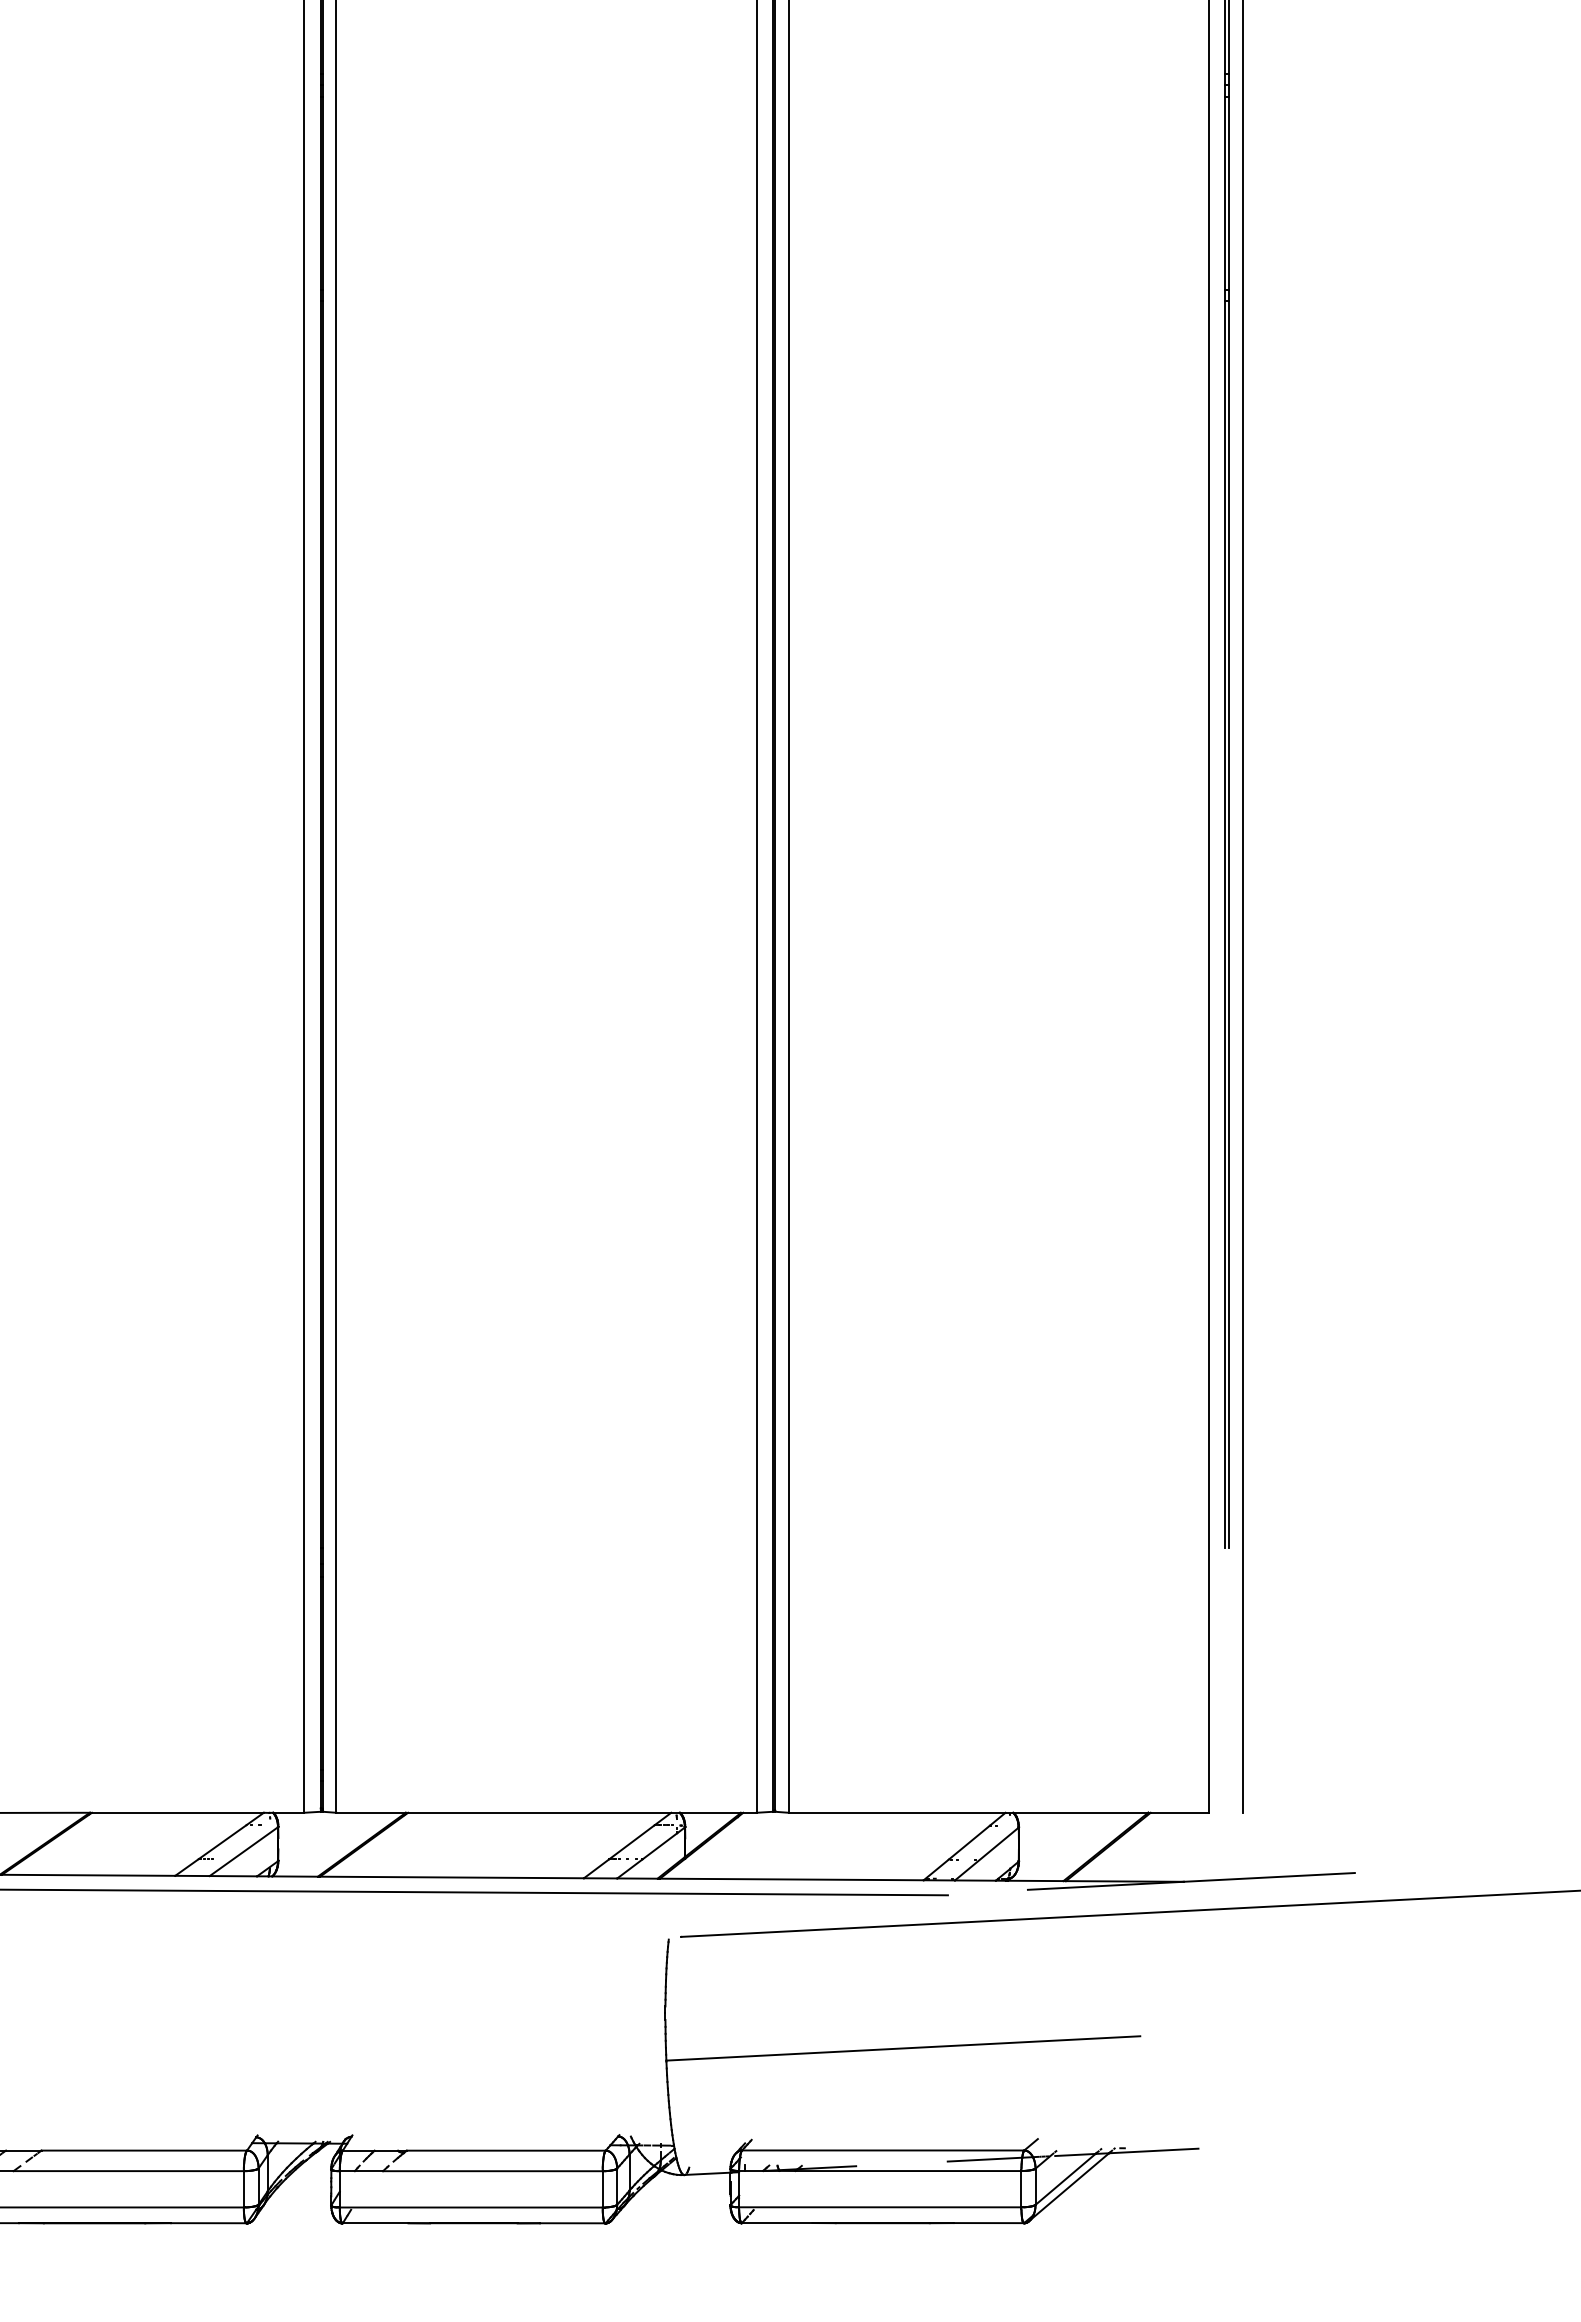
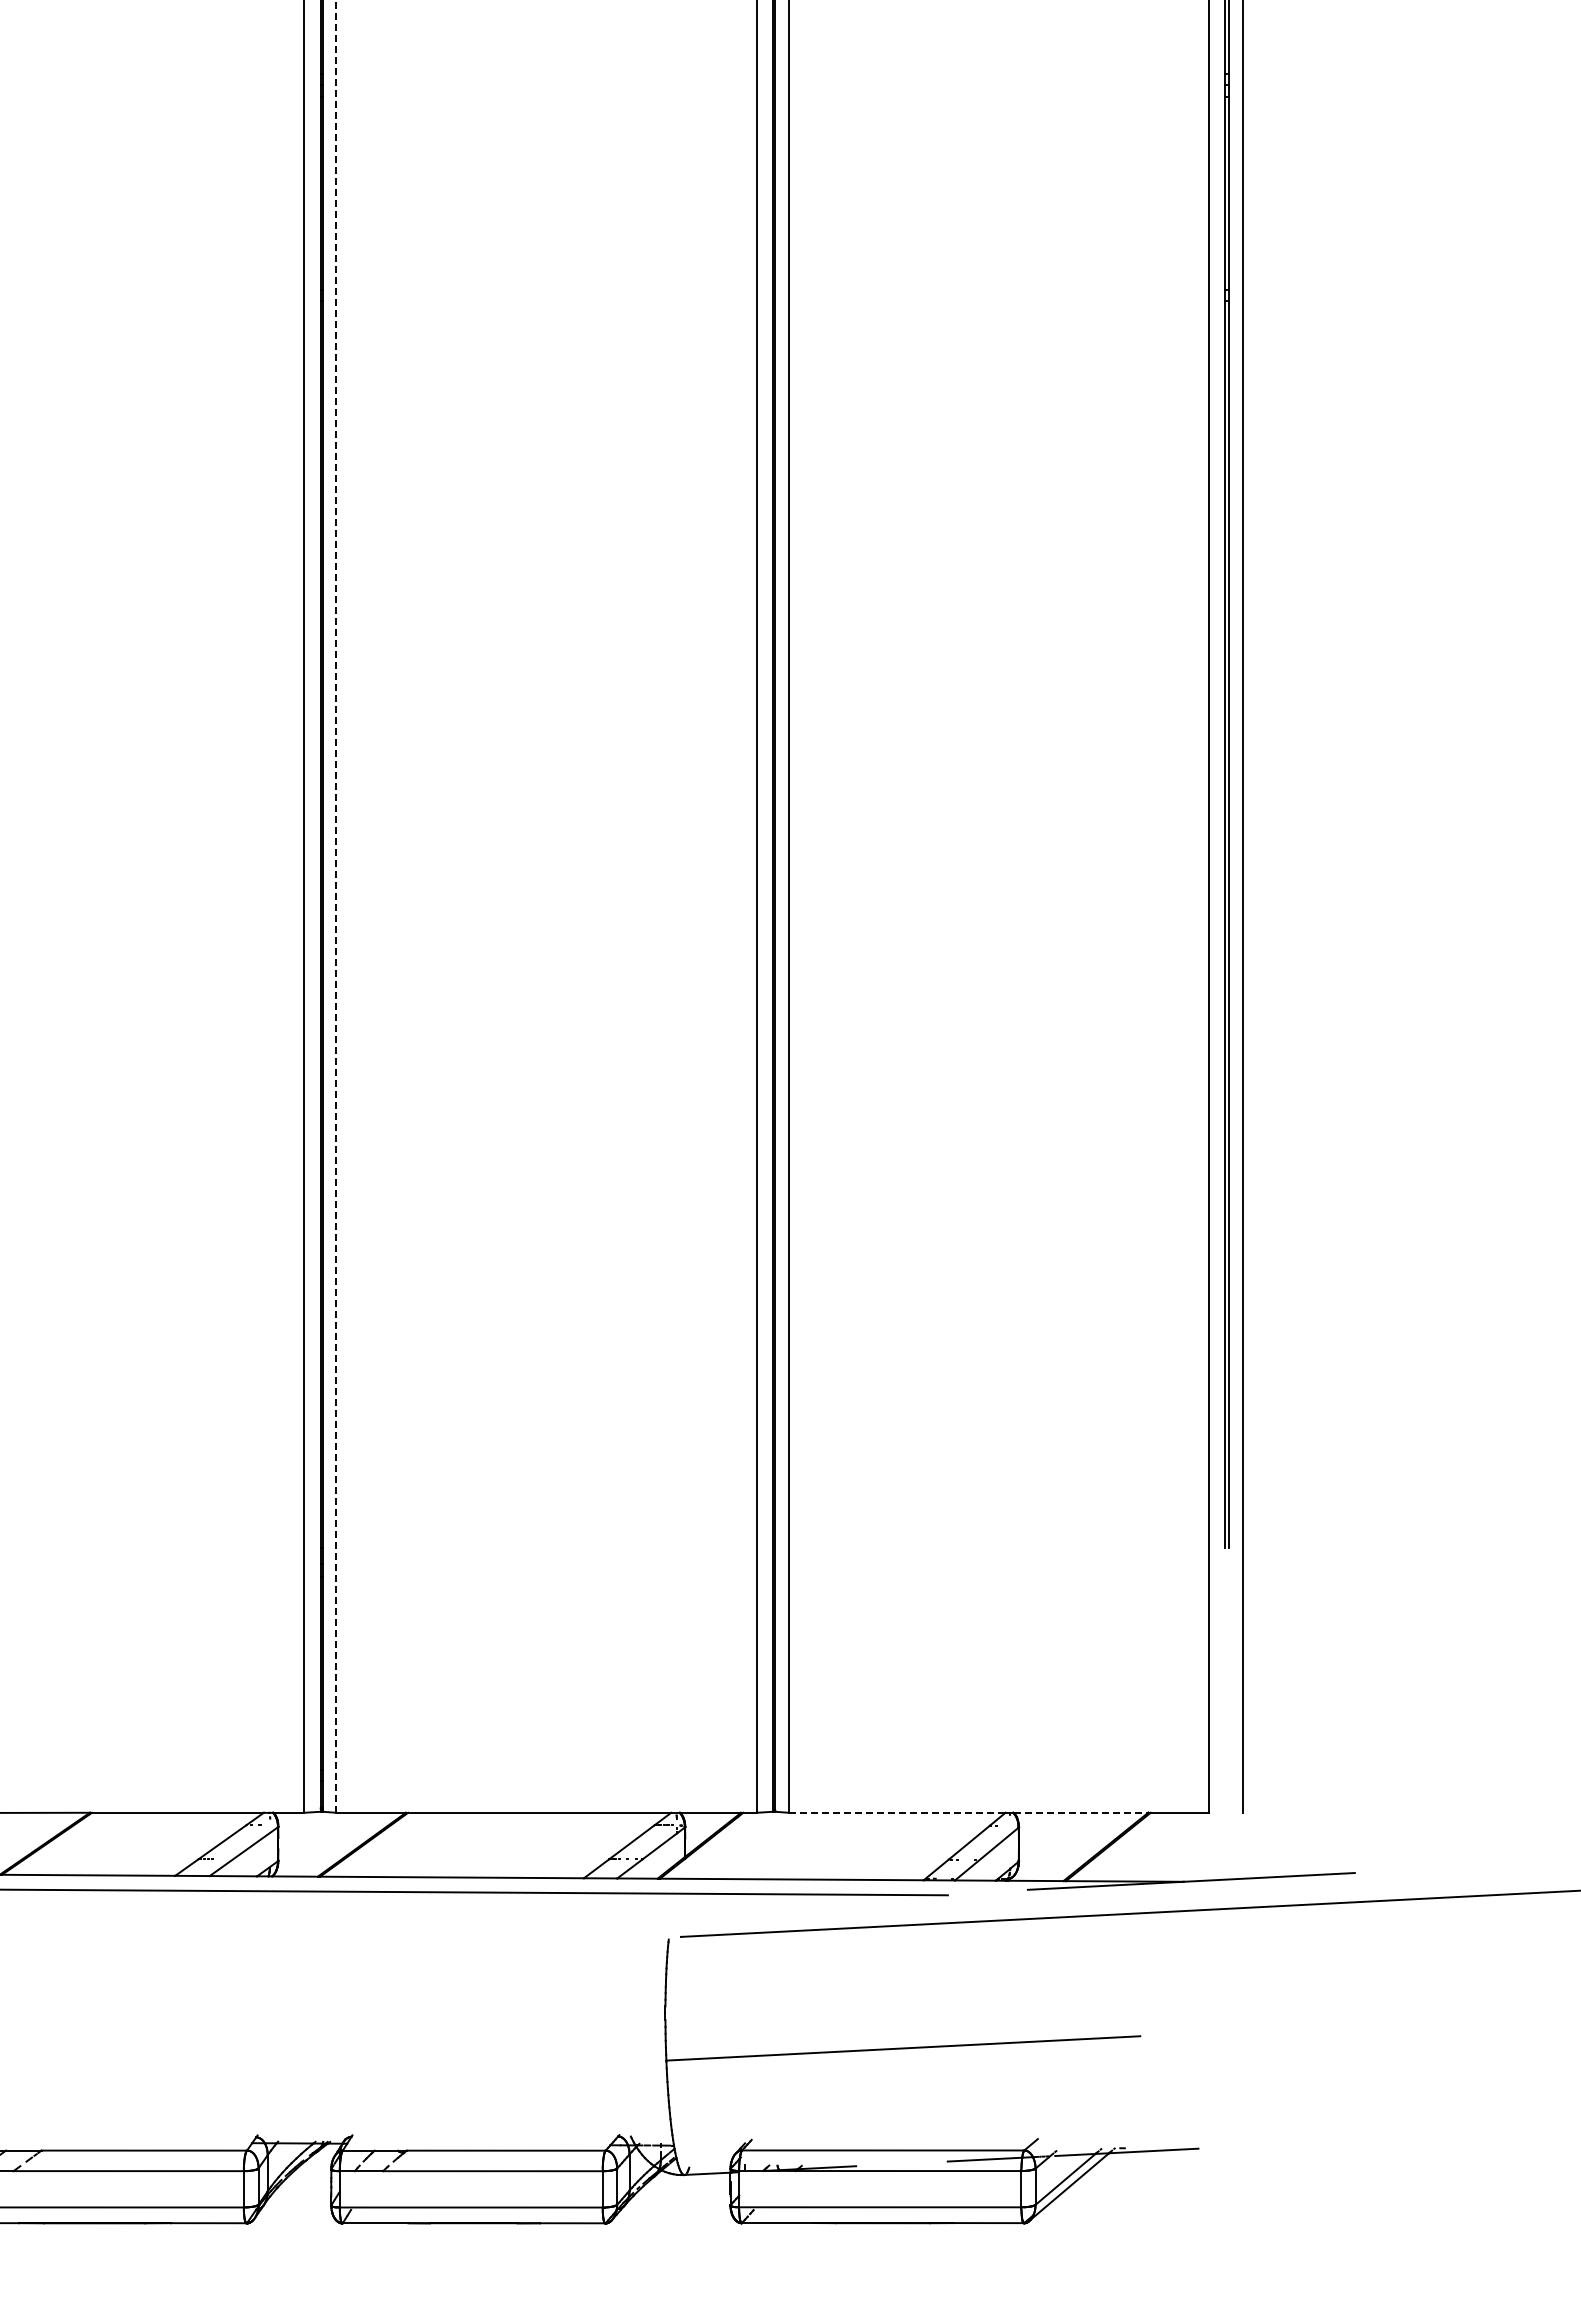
line at (336, 906): solid -> dashed
line at (897, 1812): solid -> dashed
line at (1081, 1812): solid -> dashed
